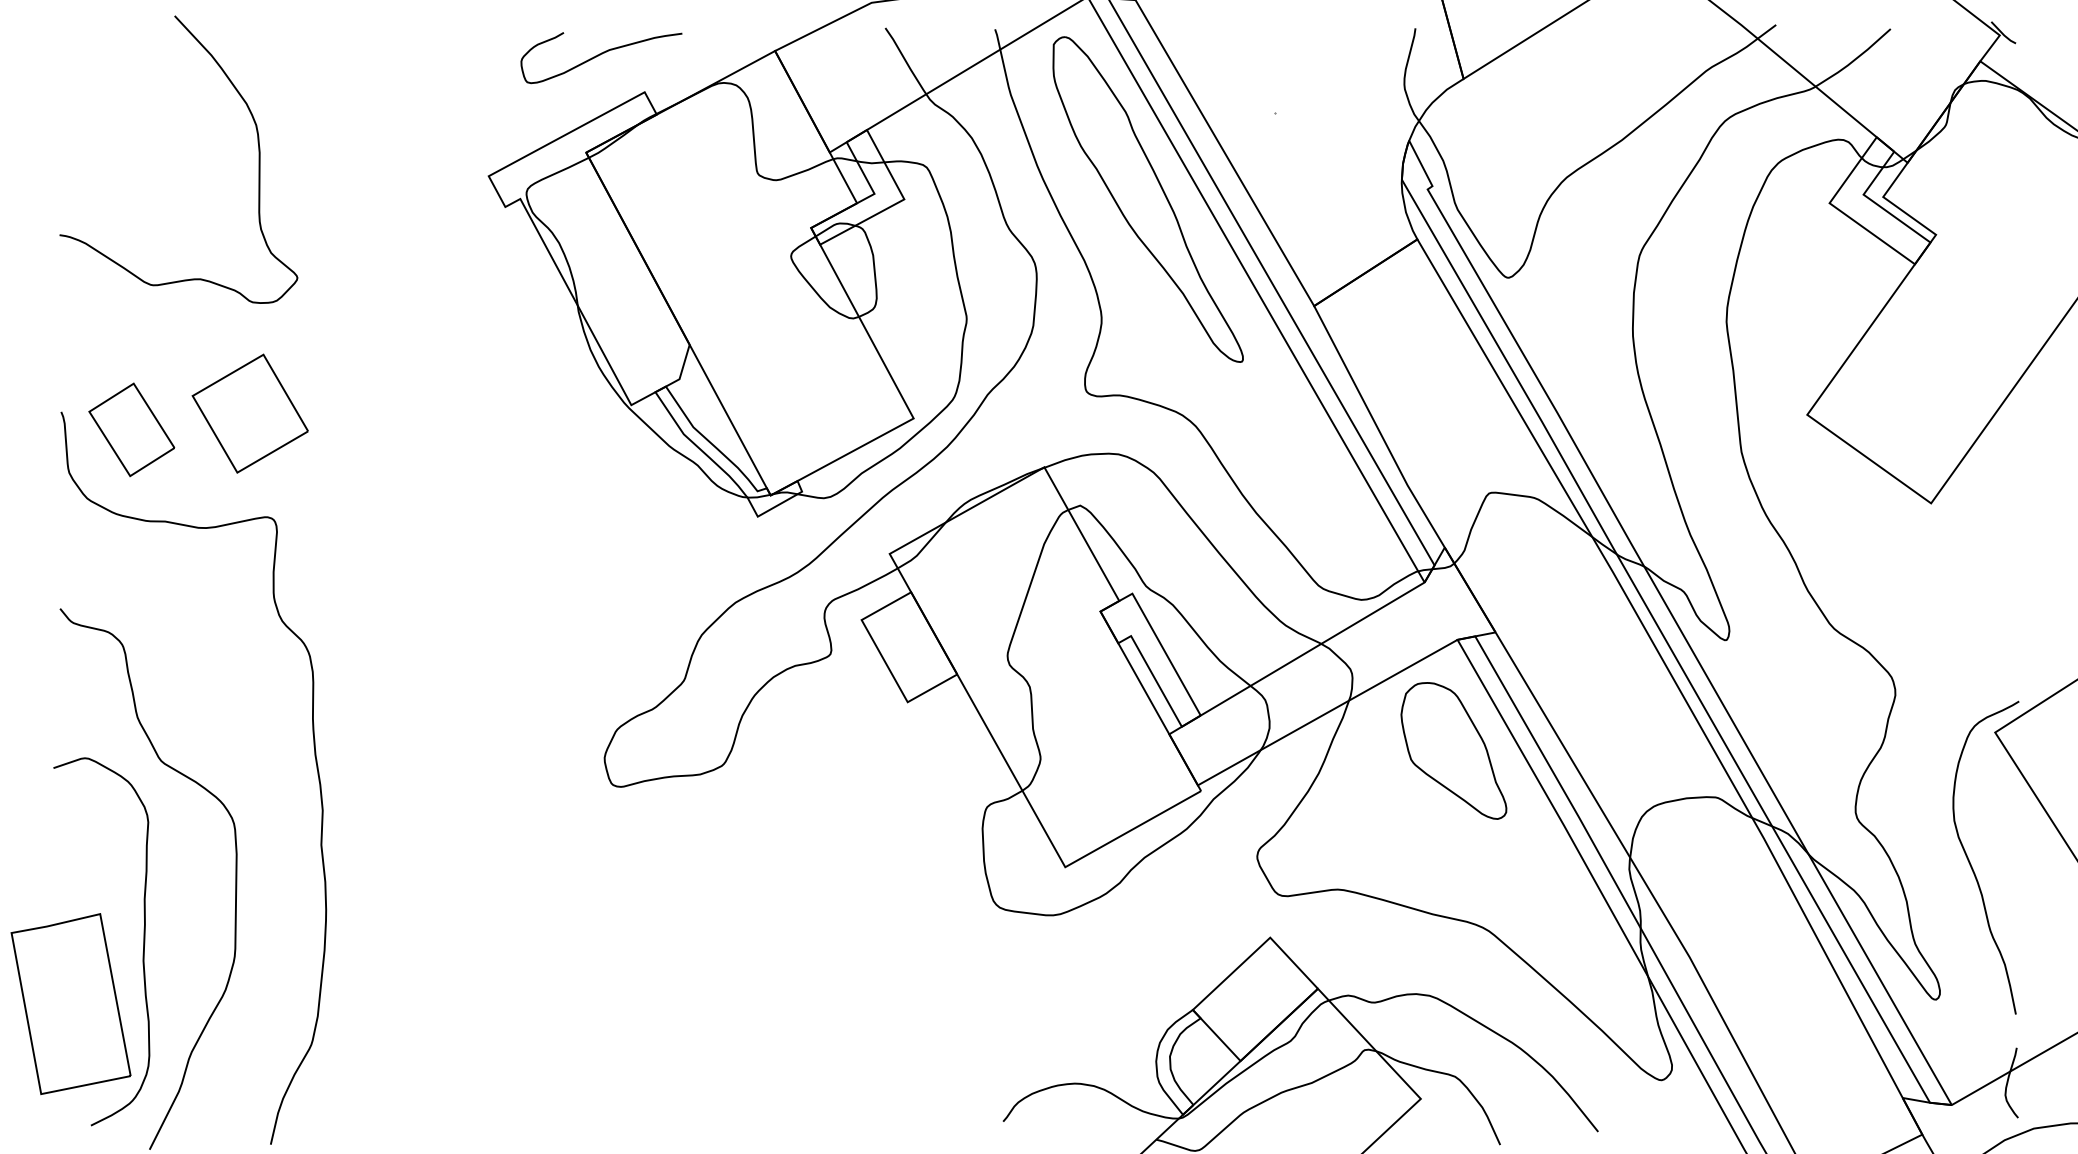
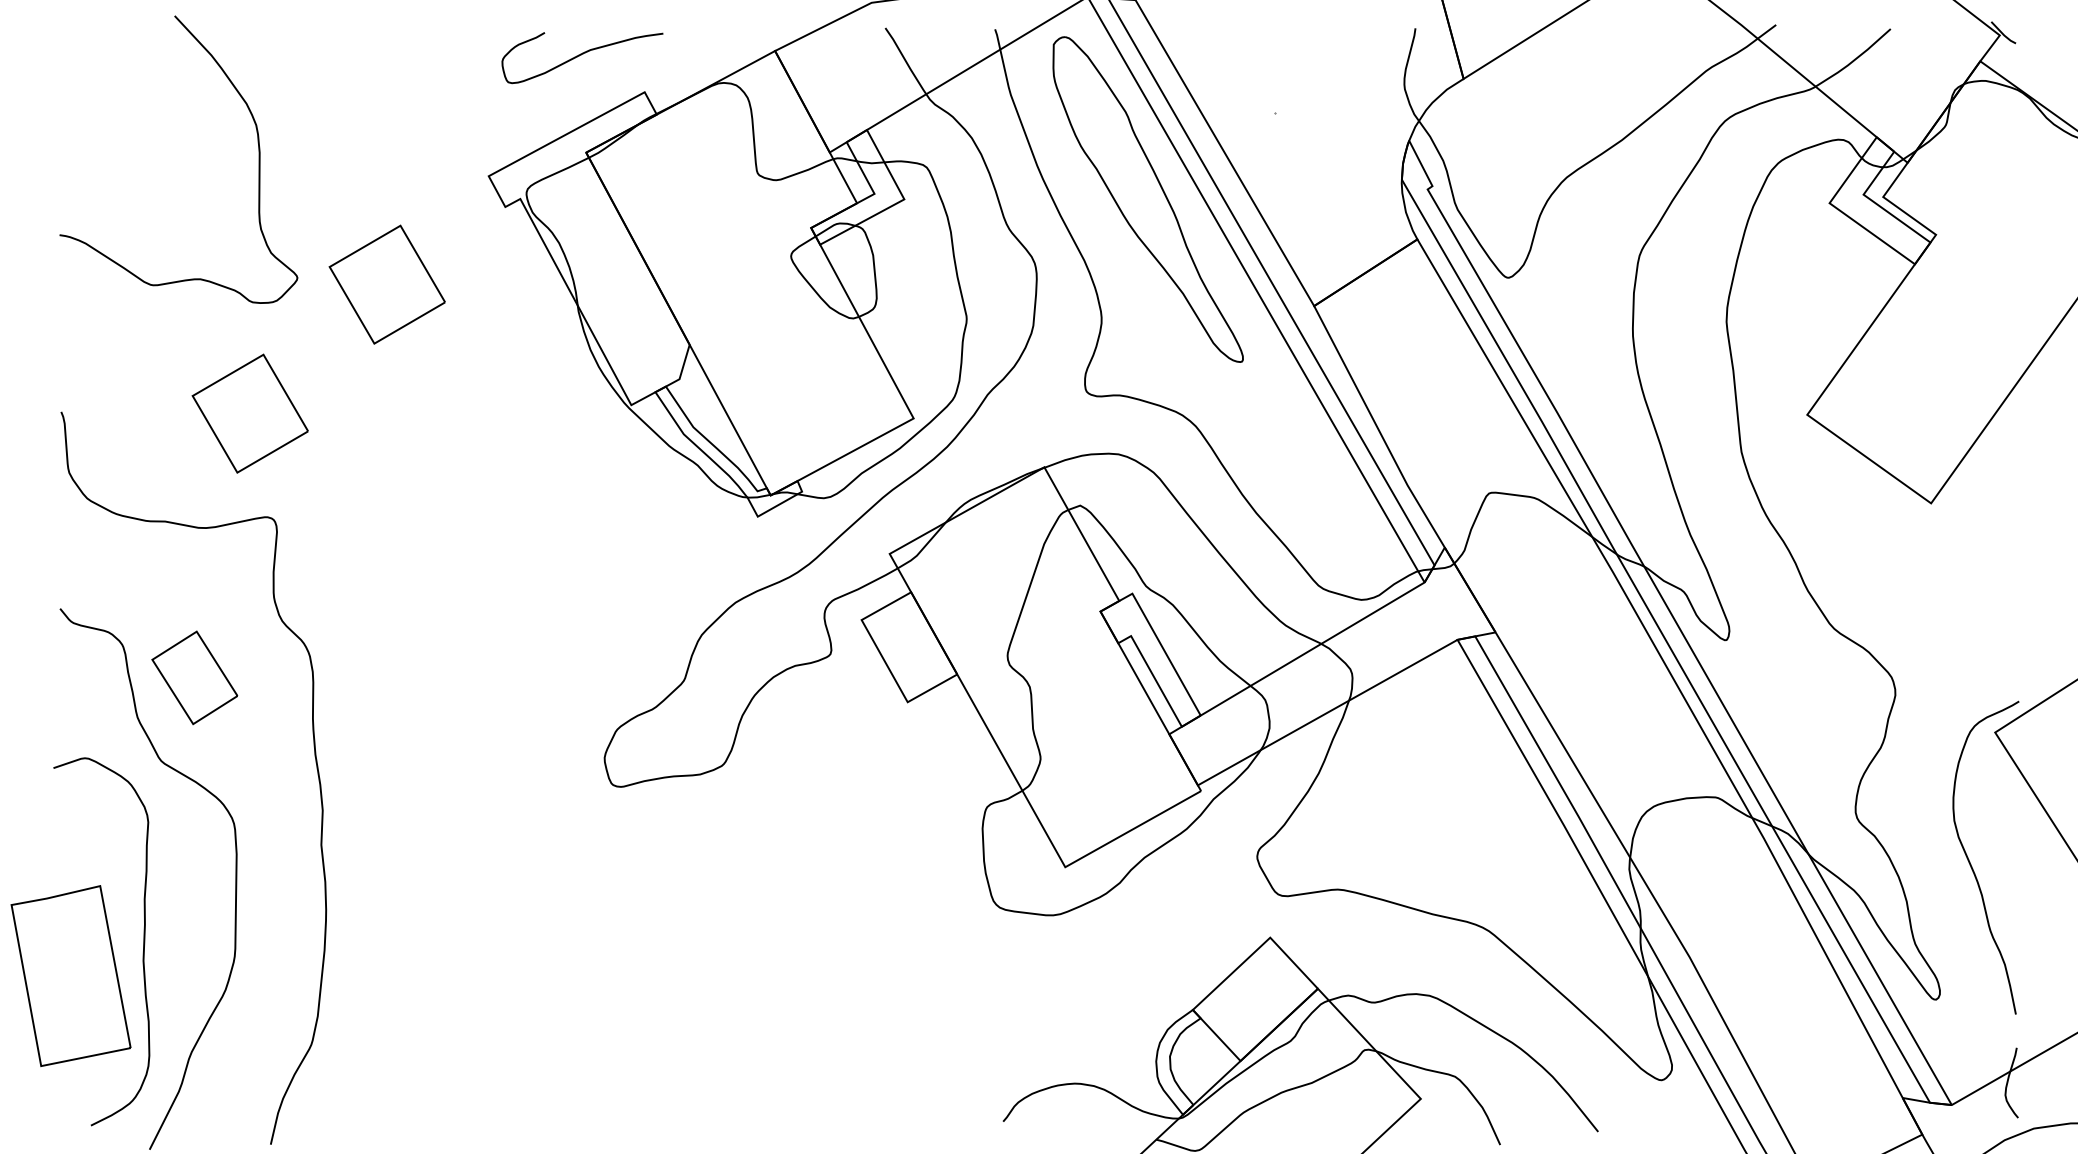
curve at (600, 55) position: (600, 55) -> (581, 55)
part at (386, 284): none -> present
part at (131, 429) position: (131, 429) -> (194, 677)
part at (1453, 750): present -> none
part at (70, 1004) position: (70, 1004) -> (70, 976)
